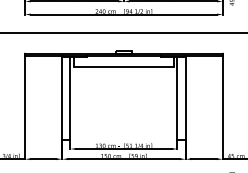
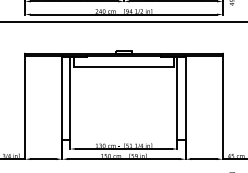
line at (123, 33) position: (123, 33) -> (123, 22)
